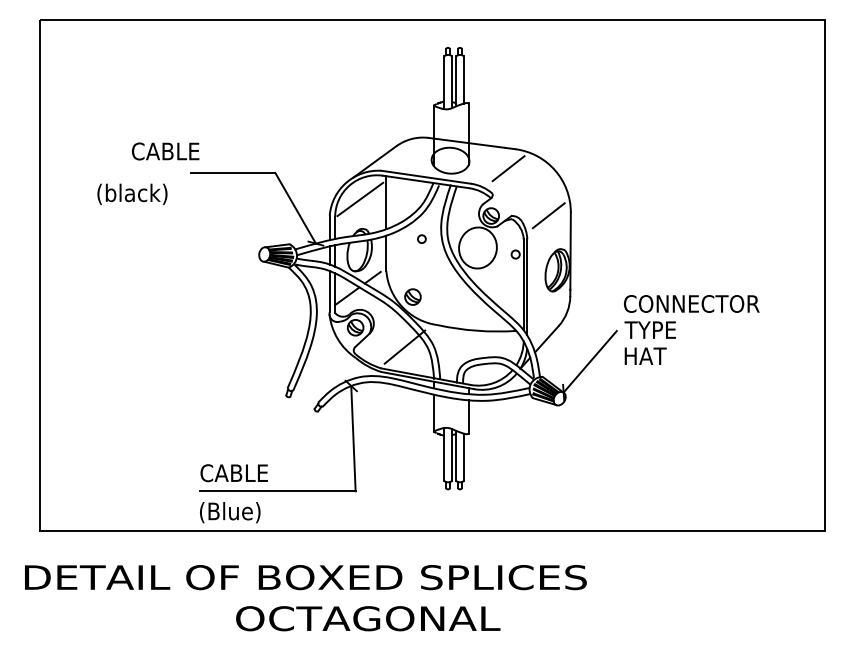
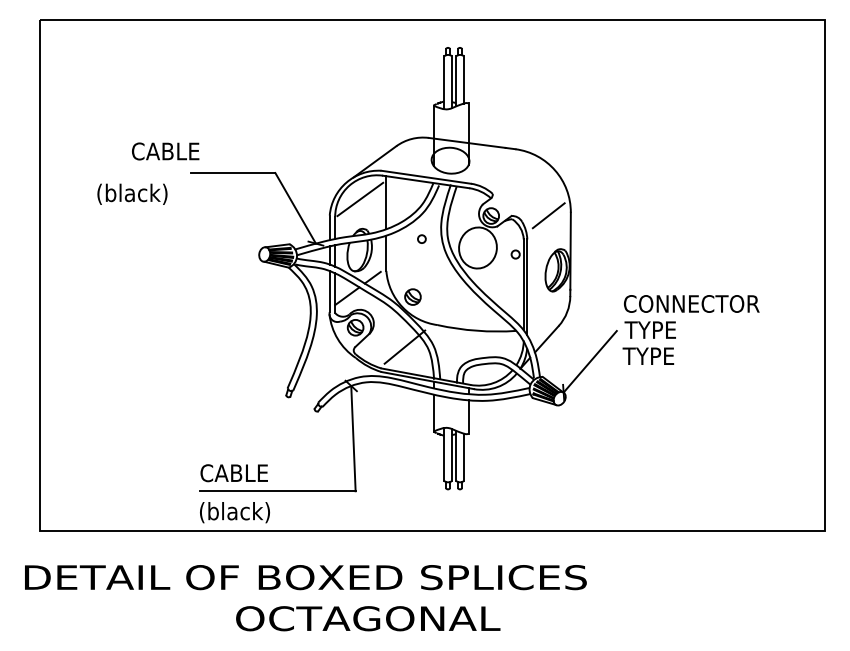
line at (508, 168): present -> none
text at (648, 355): HAT -> TYPE
text at (239, 512): (Blue) -> (black)
